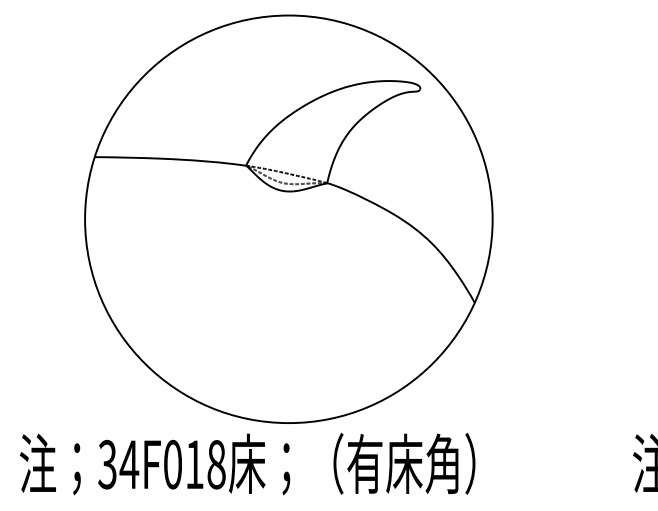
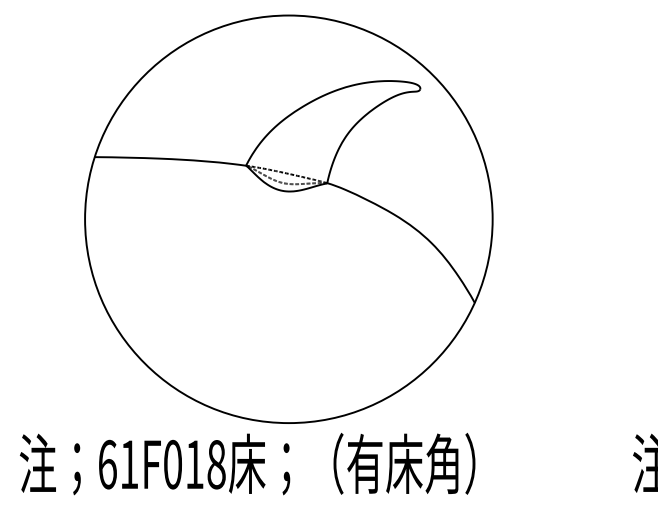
text at (118, 464): 34F018 -> 61F018
